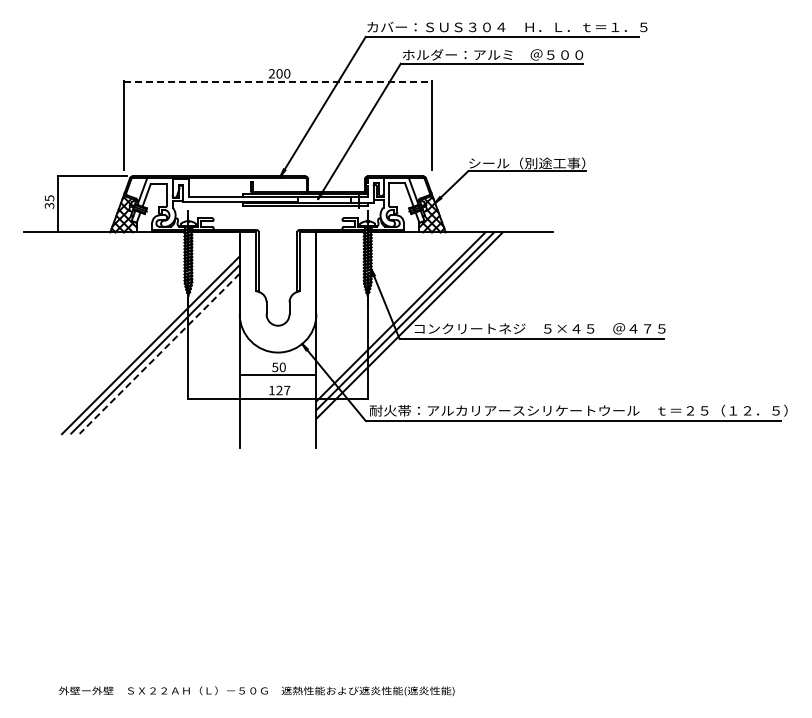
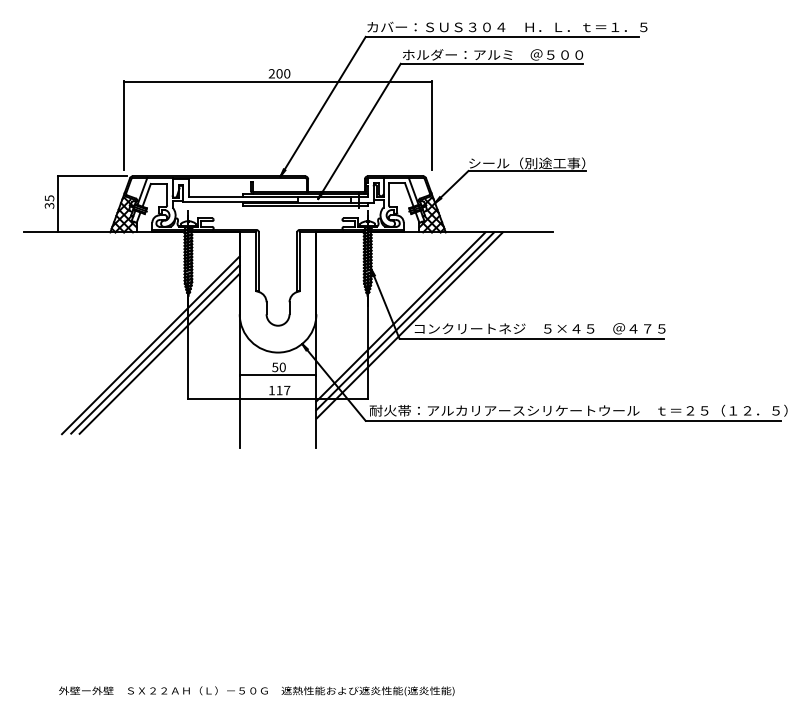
line at (278, 81): dashed -> solid
line at (159, 354): dashed -> solid
text at (279, 390): 127 -> 117
